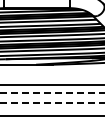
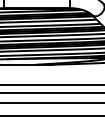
line at (52, 92): dashed -> solid
line at (52, 102): dashed -> solid
